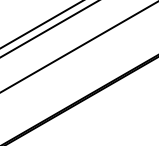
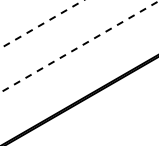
line at (42, 24): solid -> dashed
line at (48, 29): present -> none
line at (79, 46): solid -> dashed
